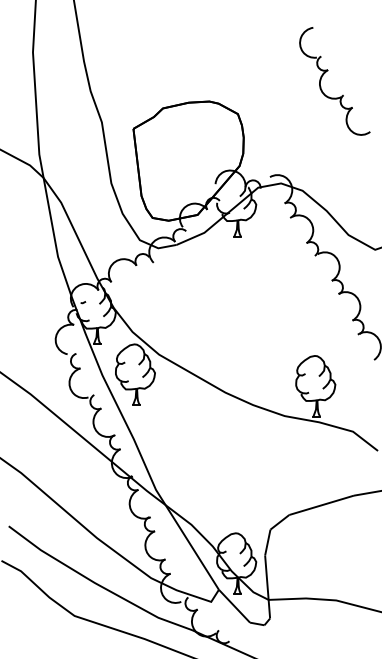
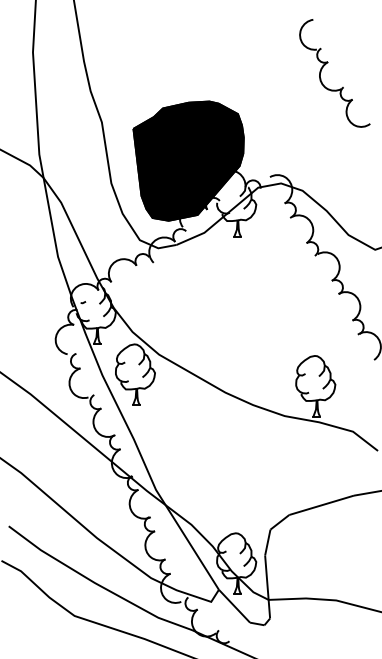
part at (326, 72) position: (326, 72) -> (326, 64)
fill at (188, 160): none -> present
